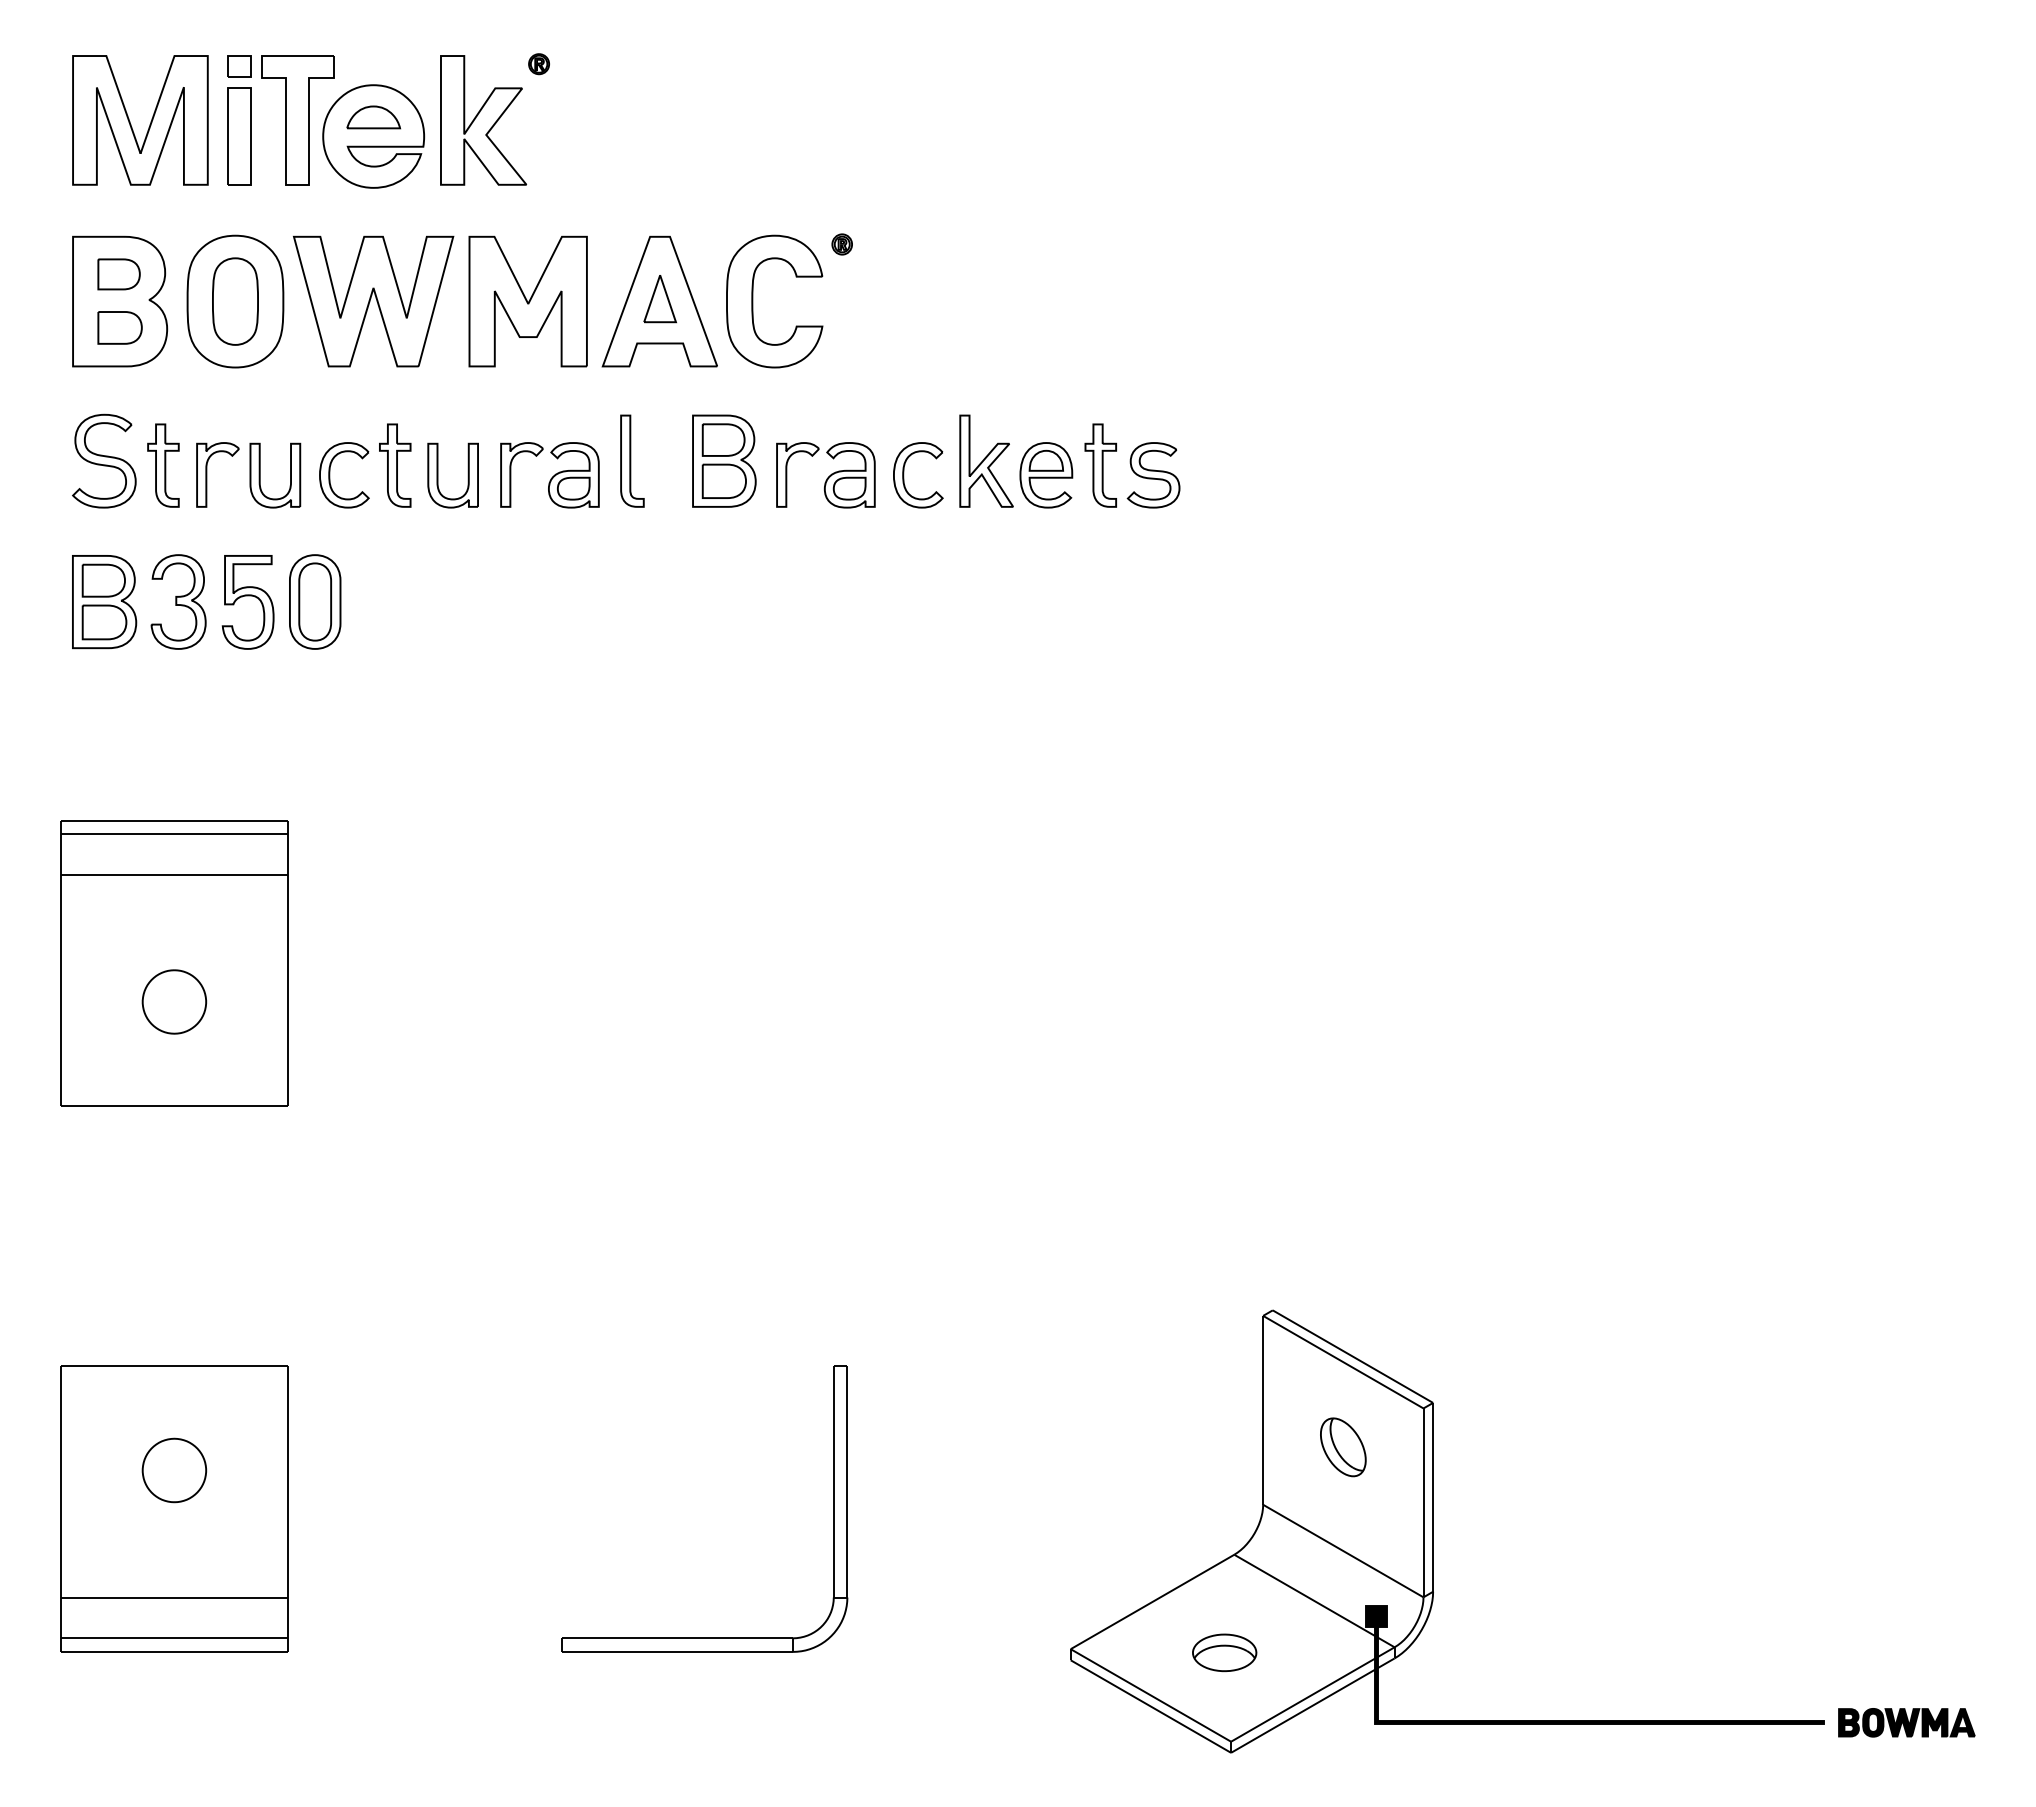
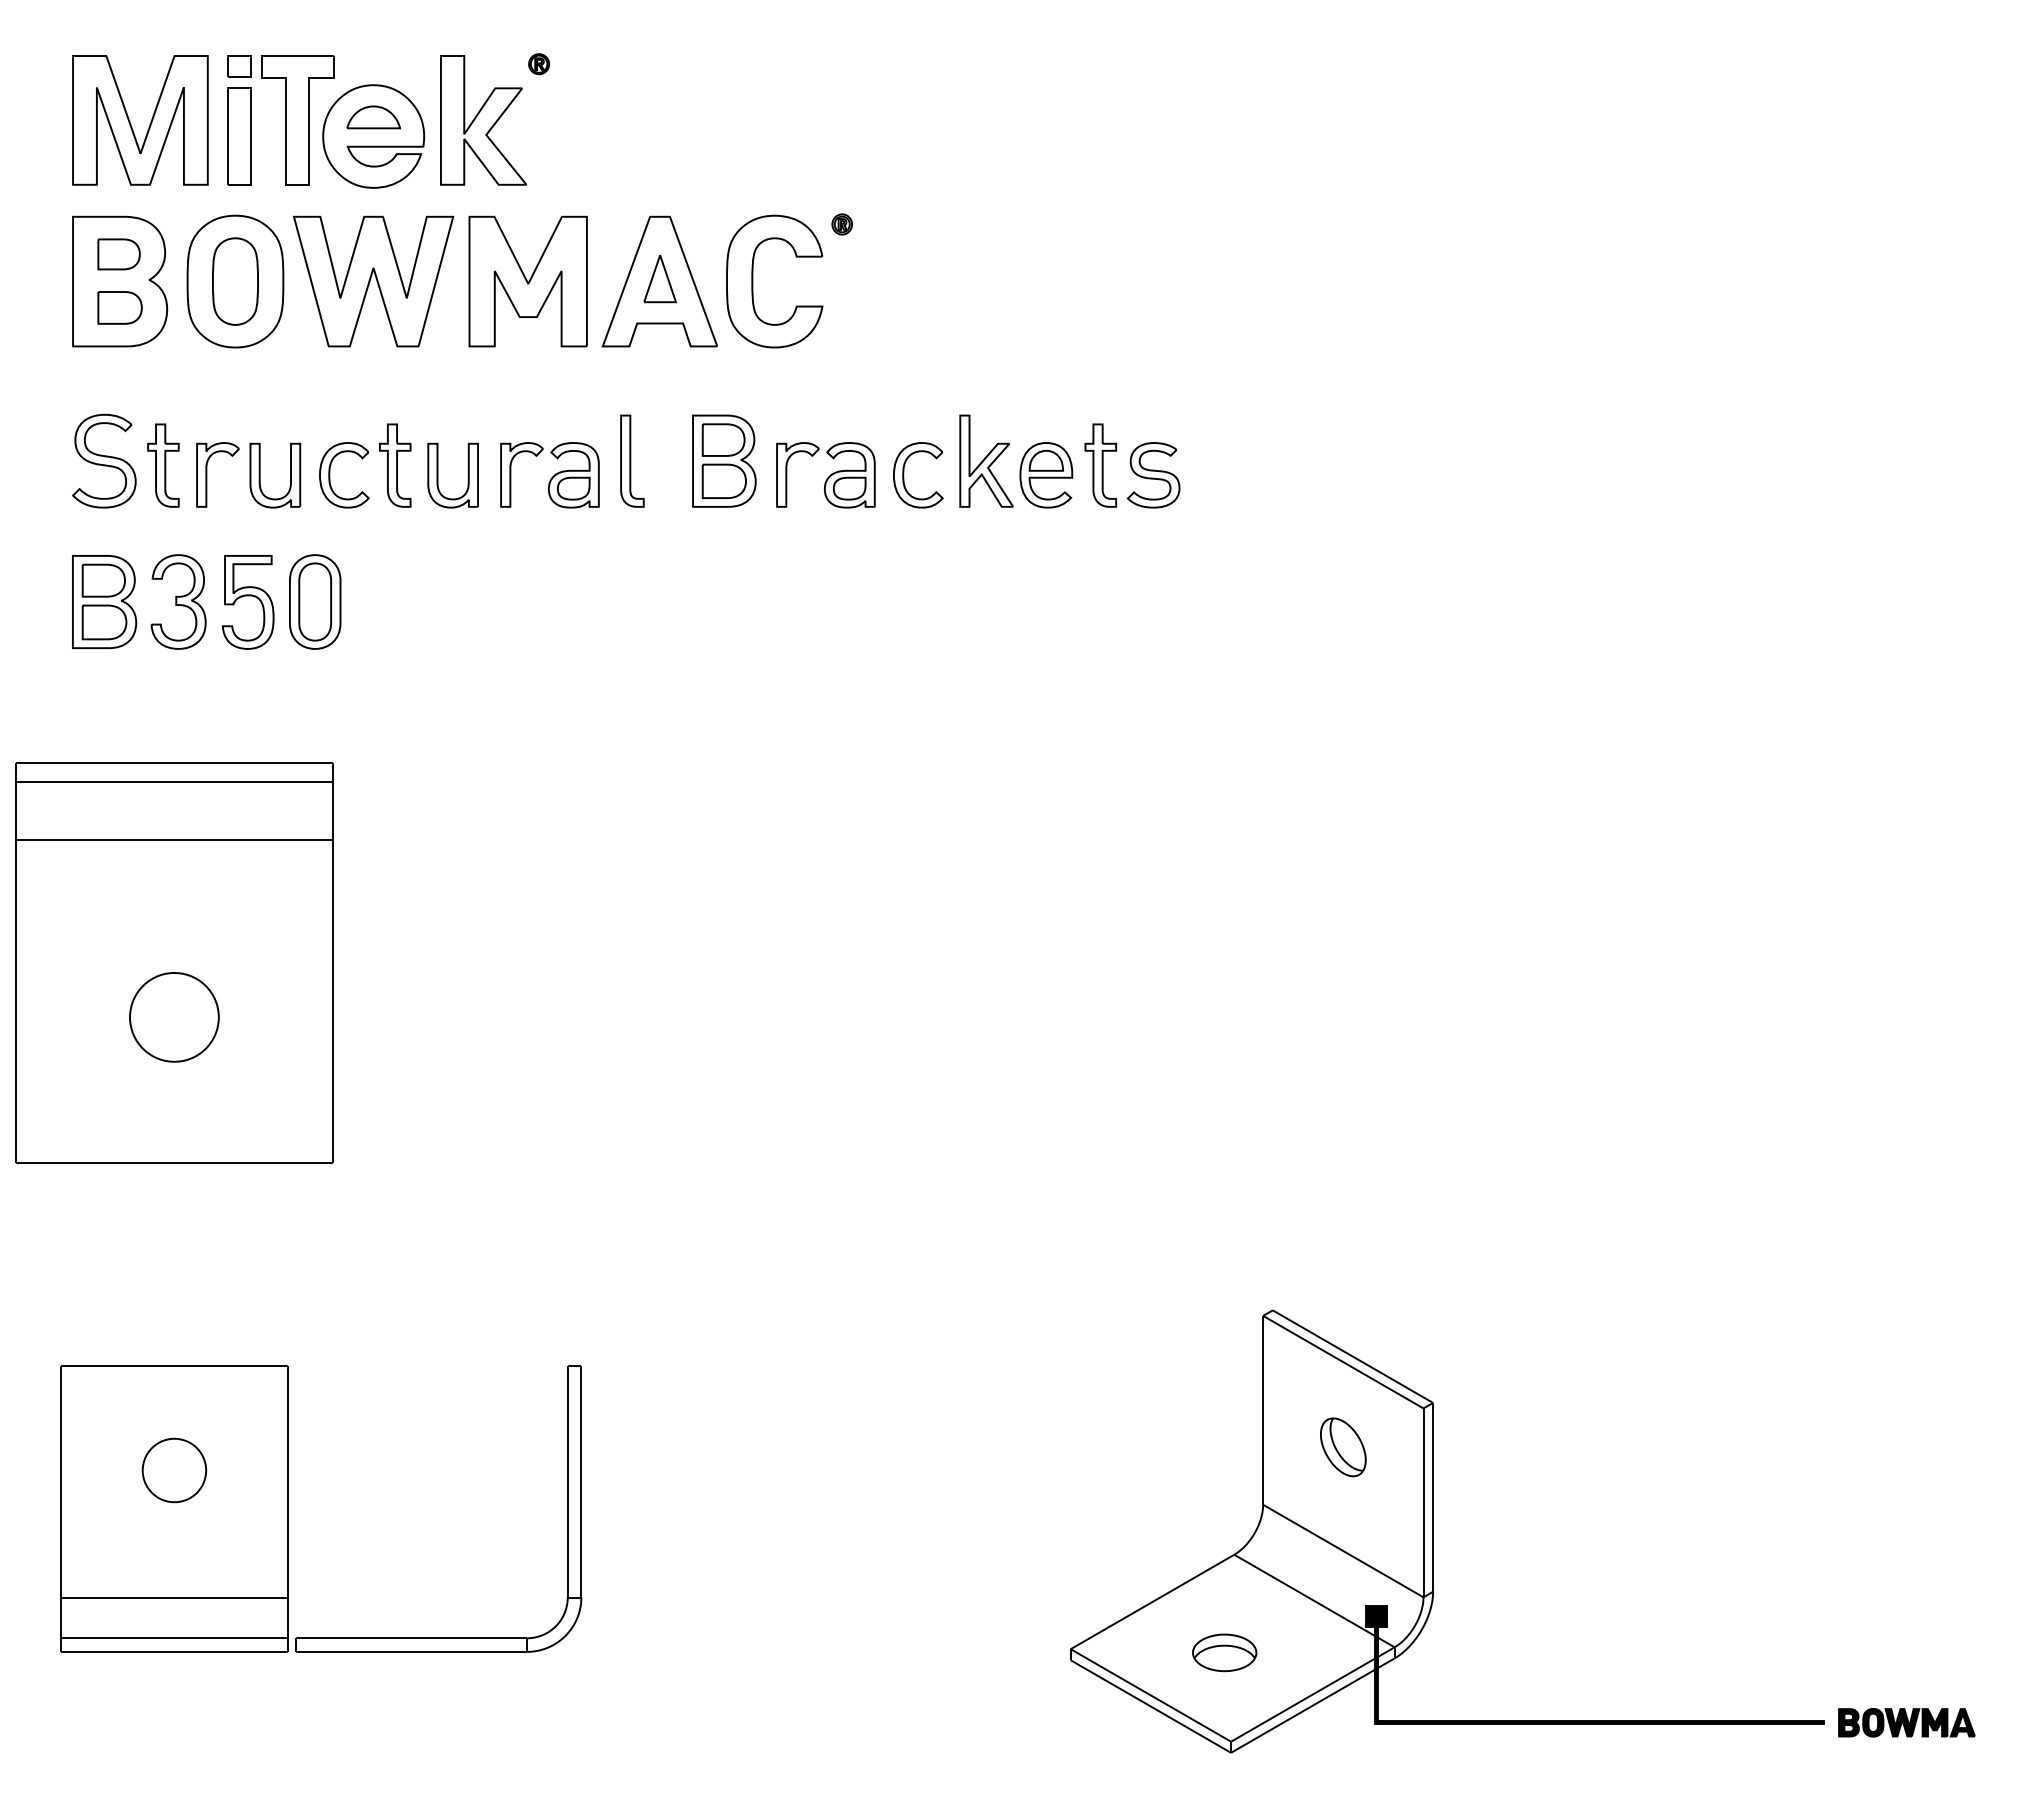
part at (462, 300) position: (462, 300) -> (462, 280)
part at (174, 963) size: 229x287 px -> 319x402 px
part at (833, 1508) position: (833, 1508) -> (567, 1508)
